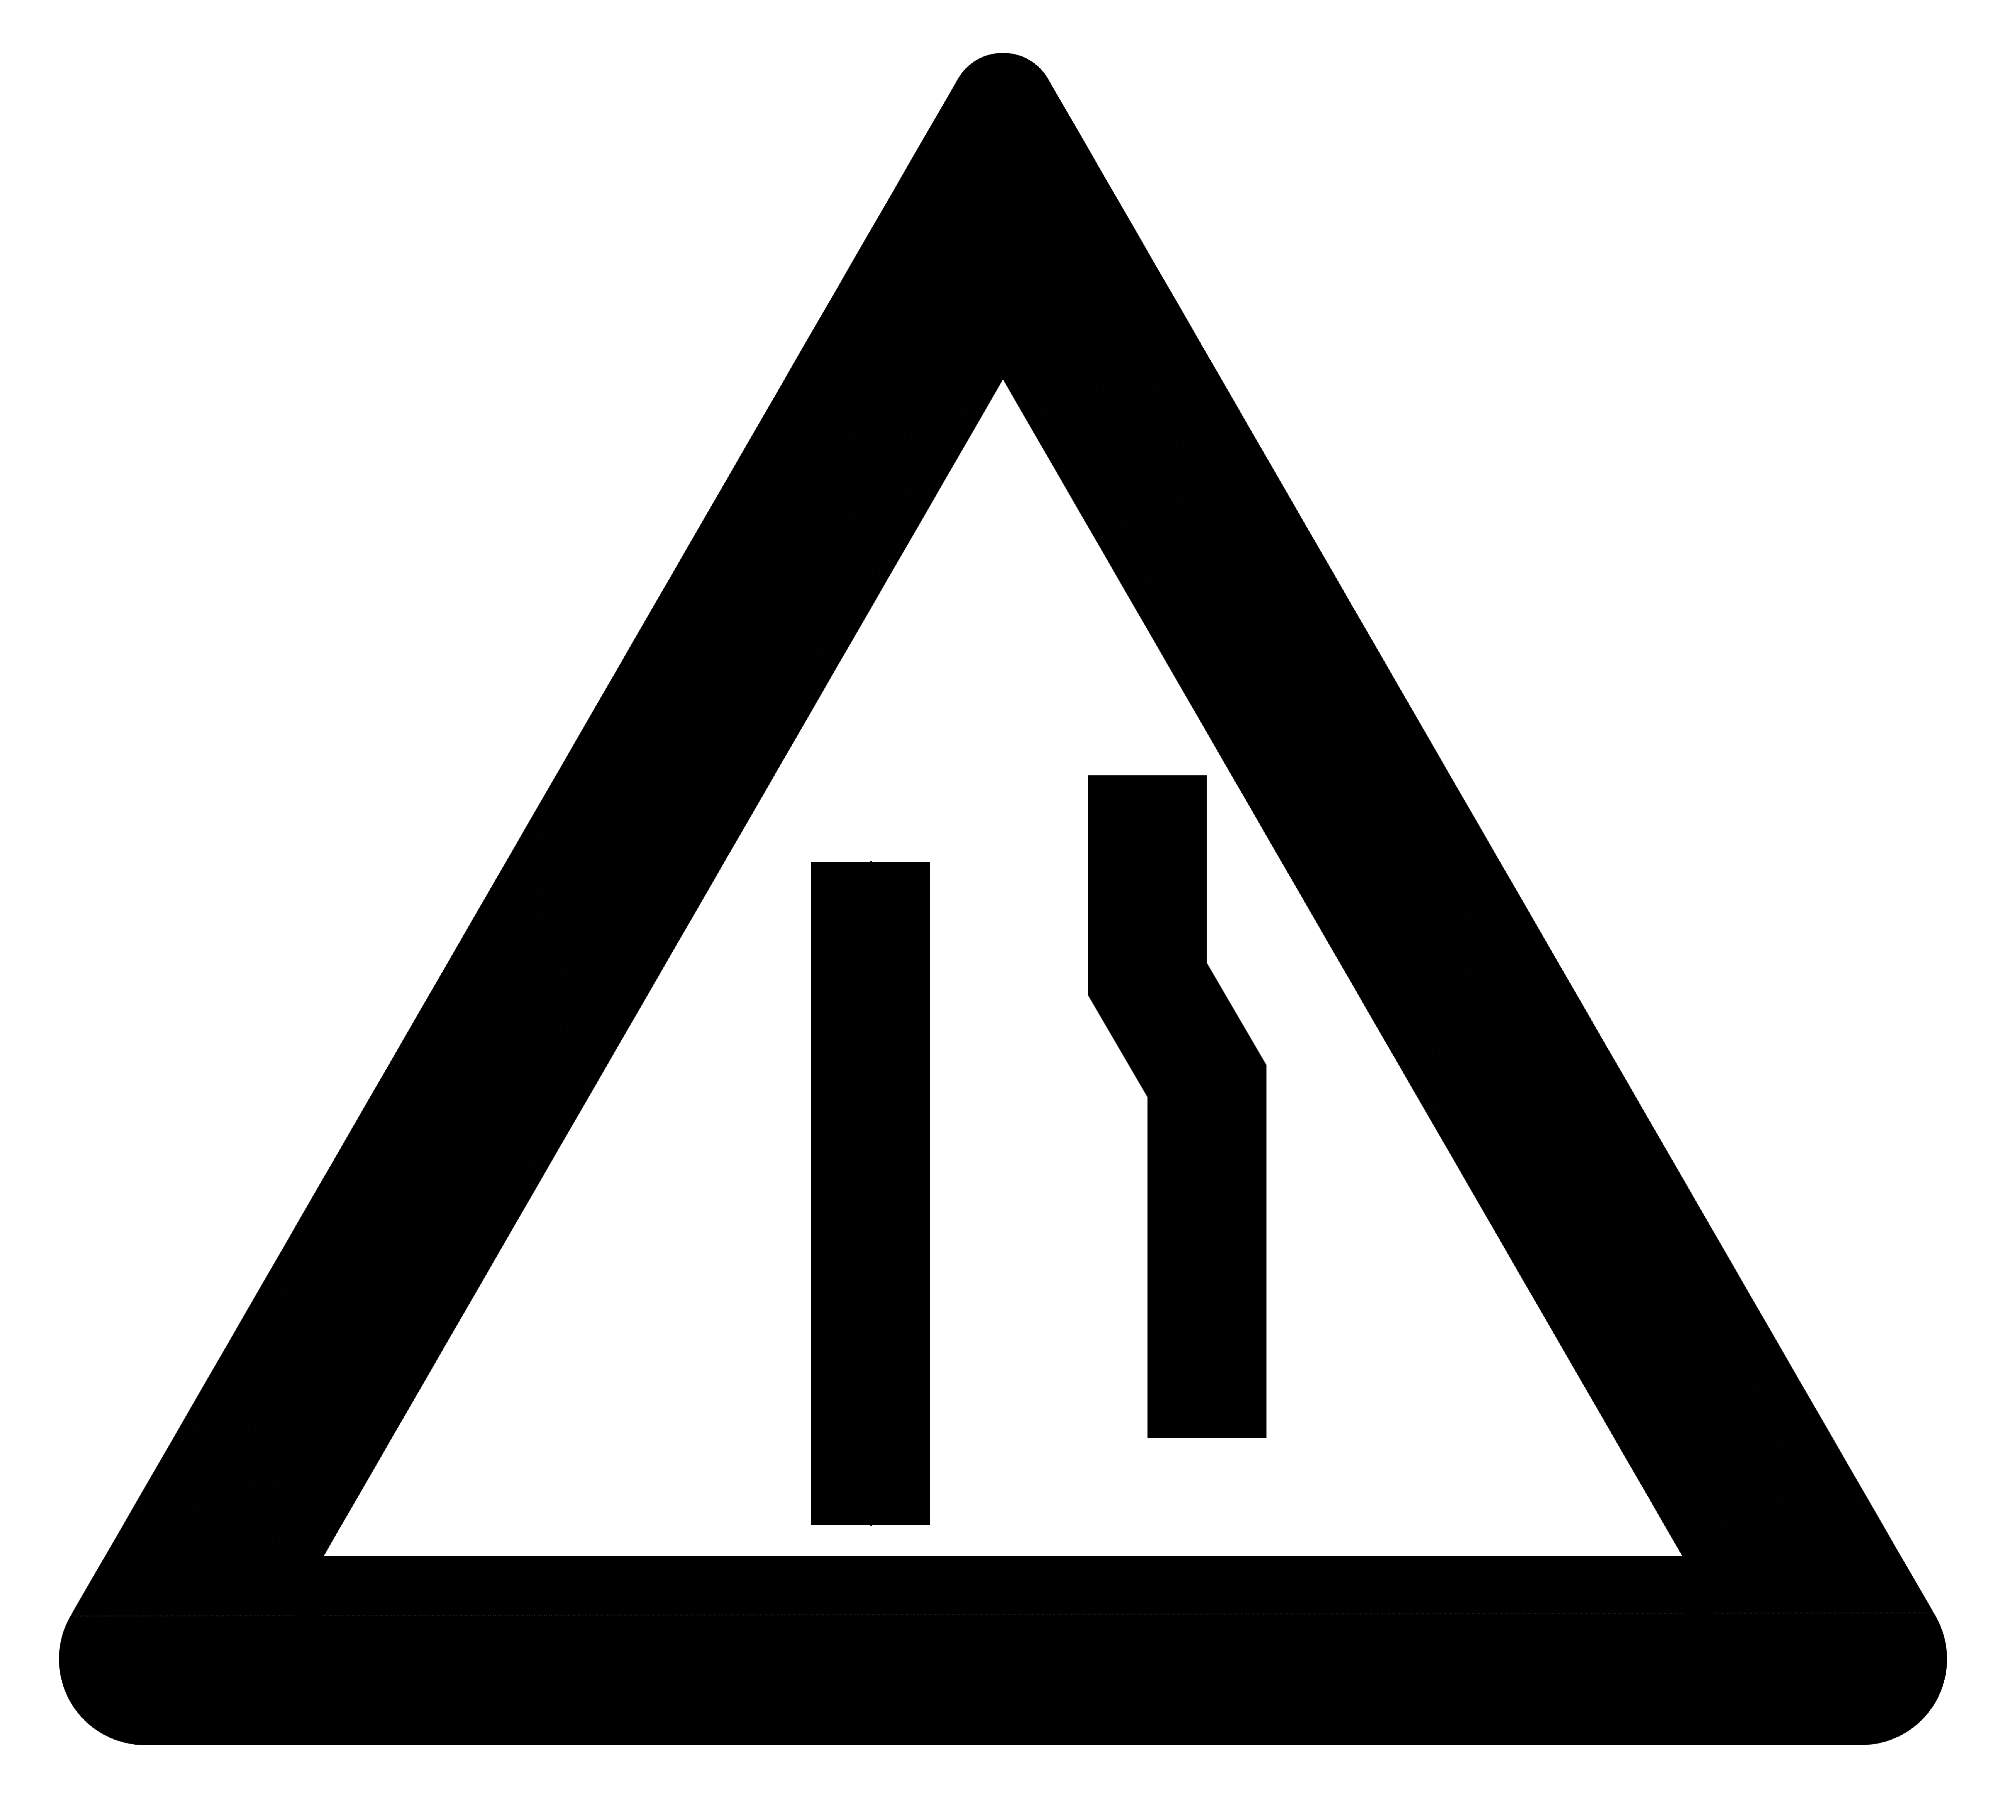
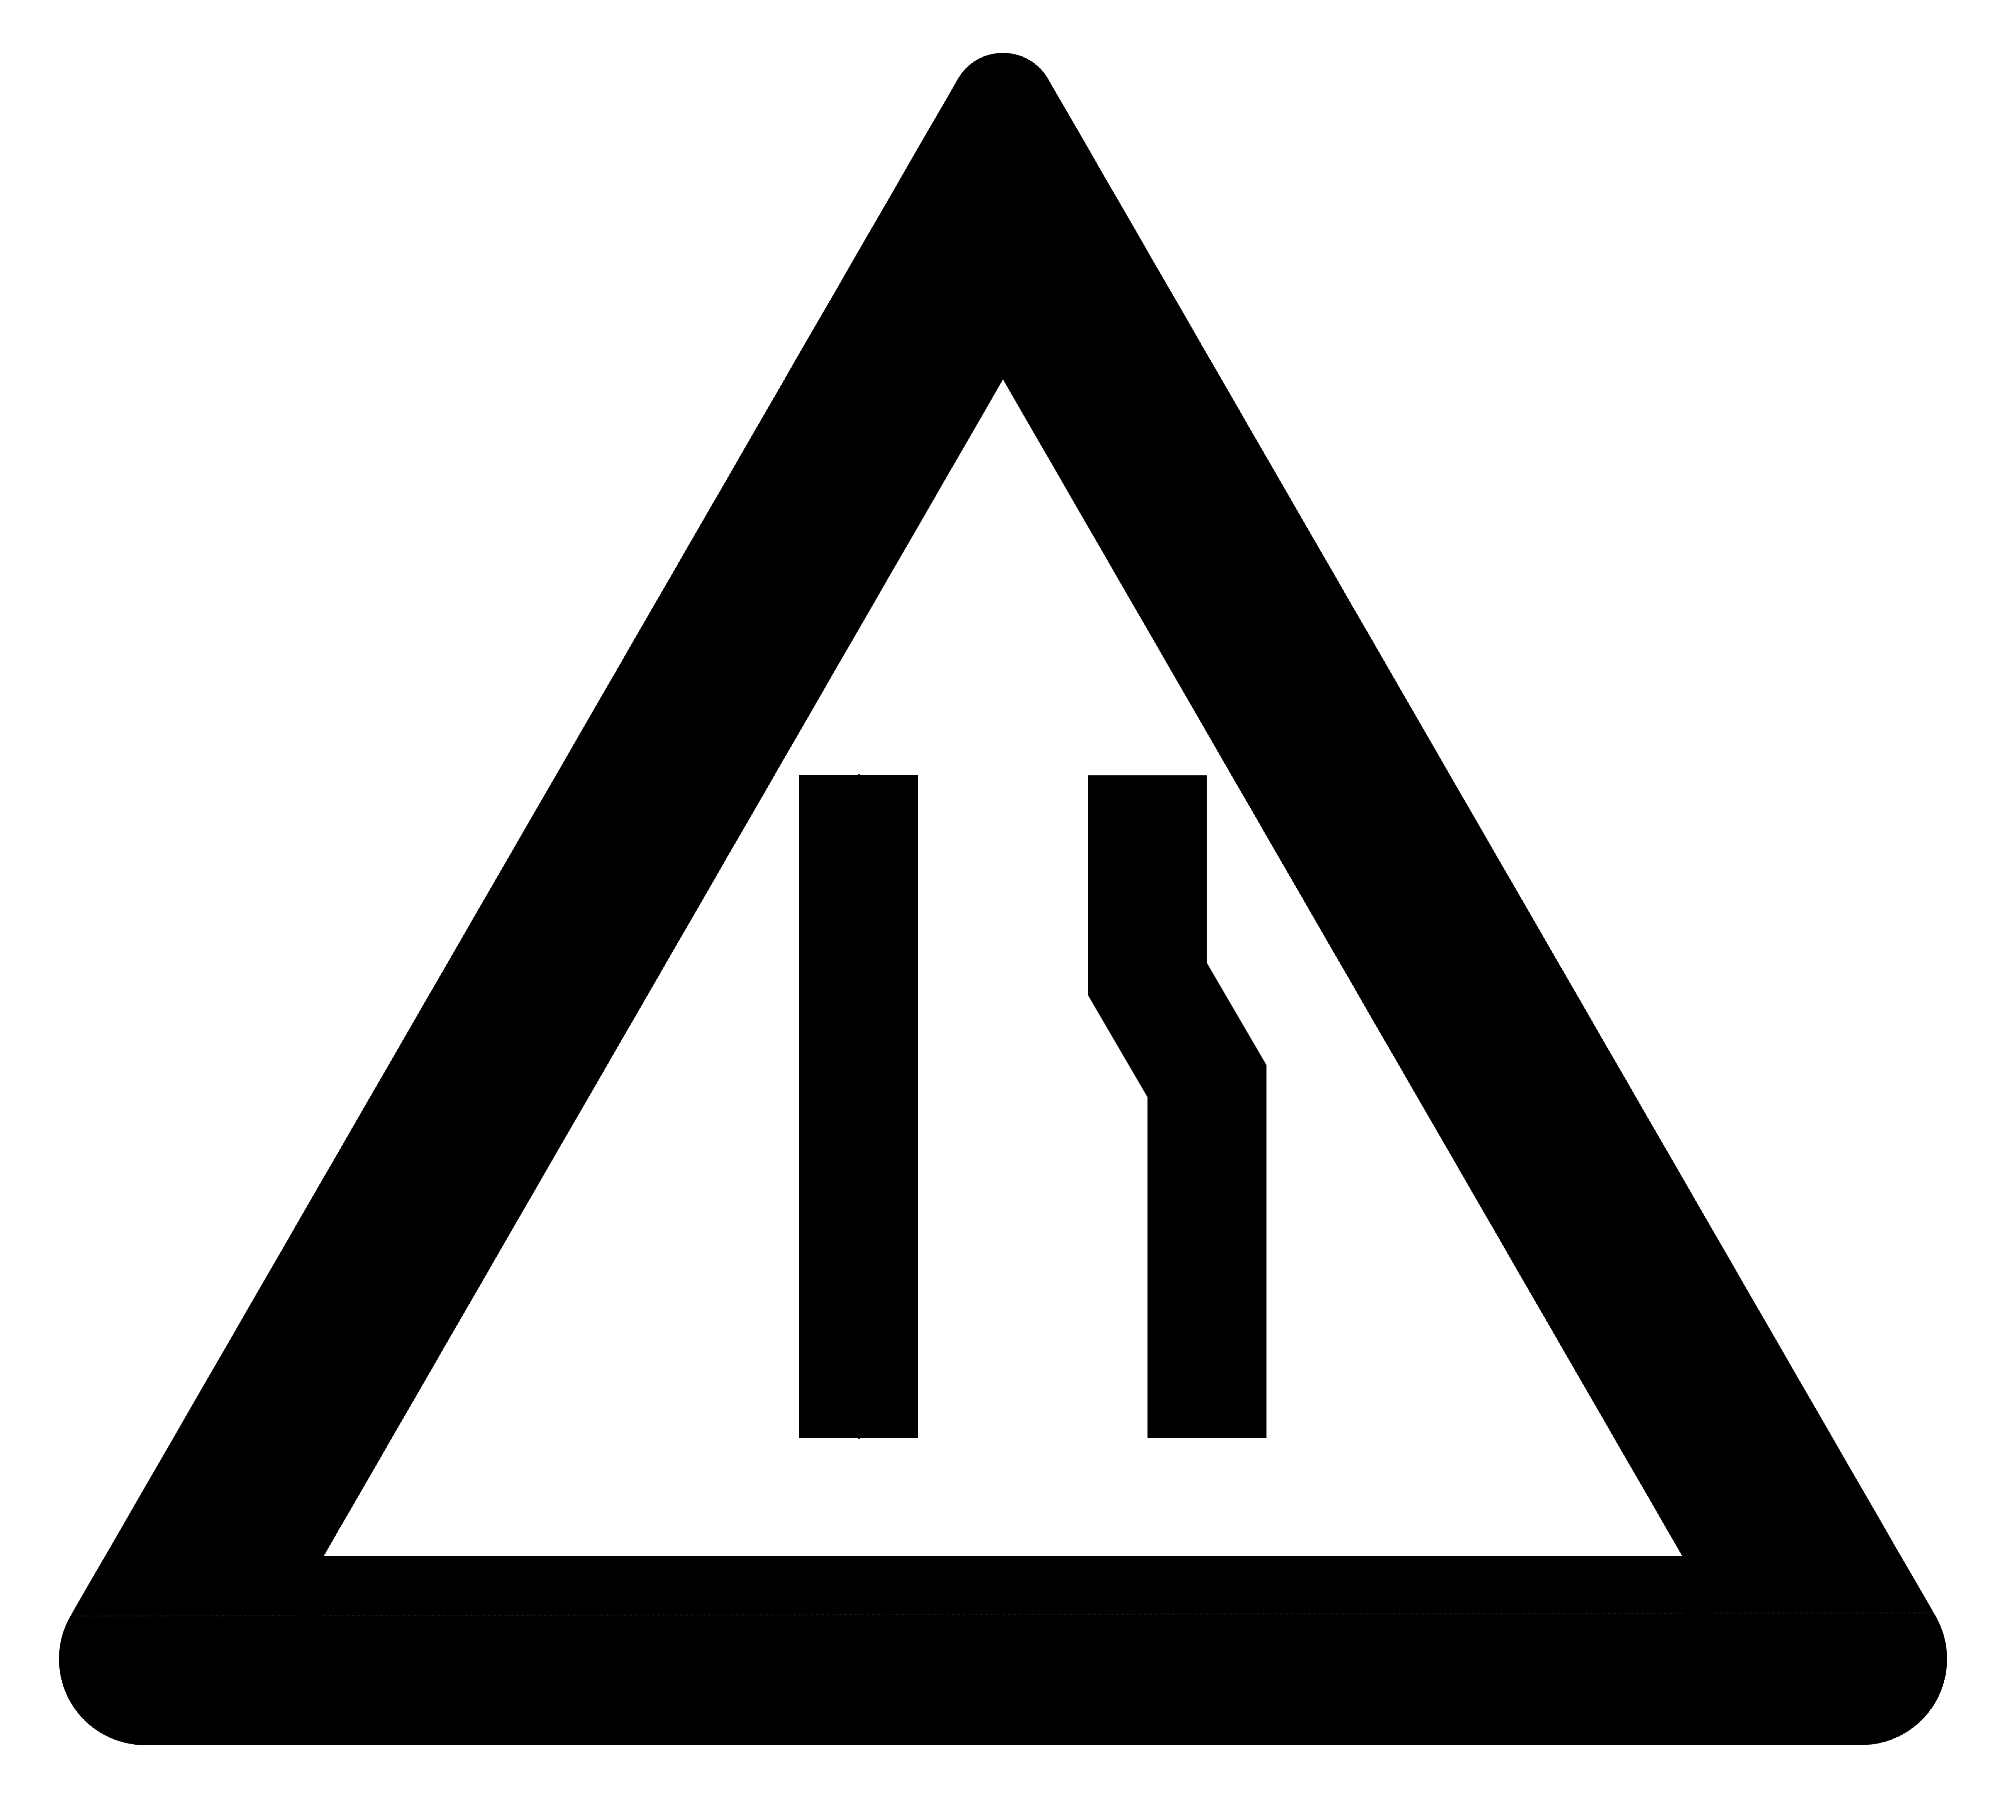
part at (870, 1193) position: (870, 1193) -> (858, 1106)
